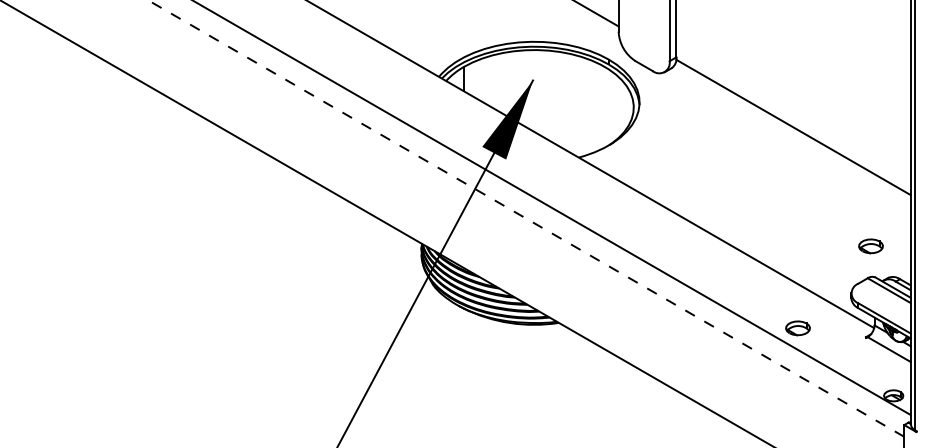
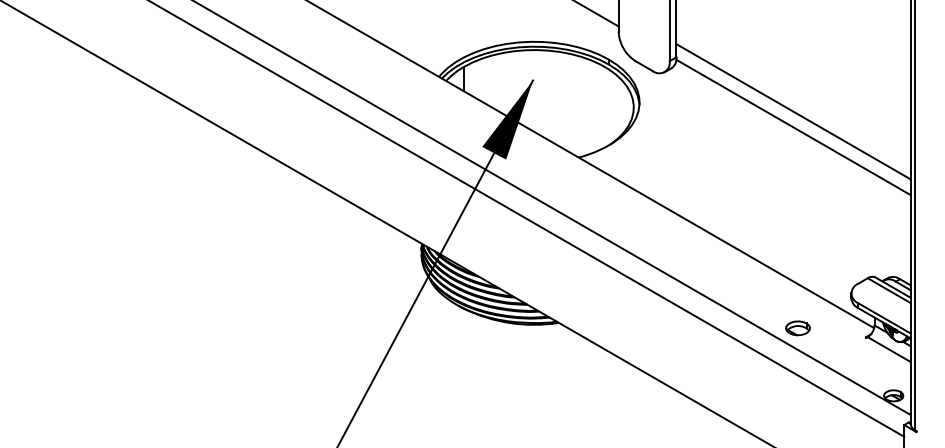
line at (793, 111): none -> present
line at (525, 218): dashed -> solid
part at (870, 246): present -> none
